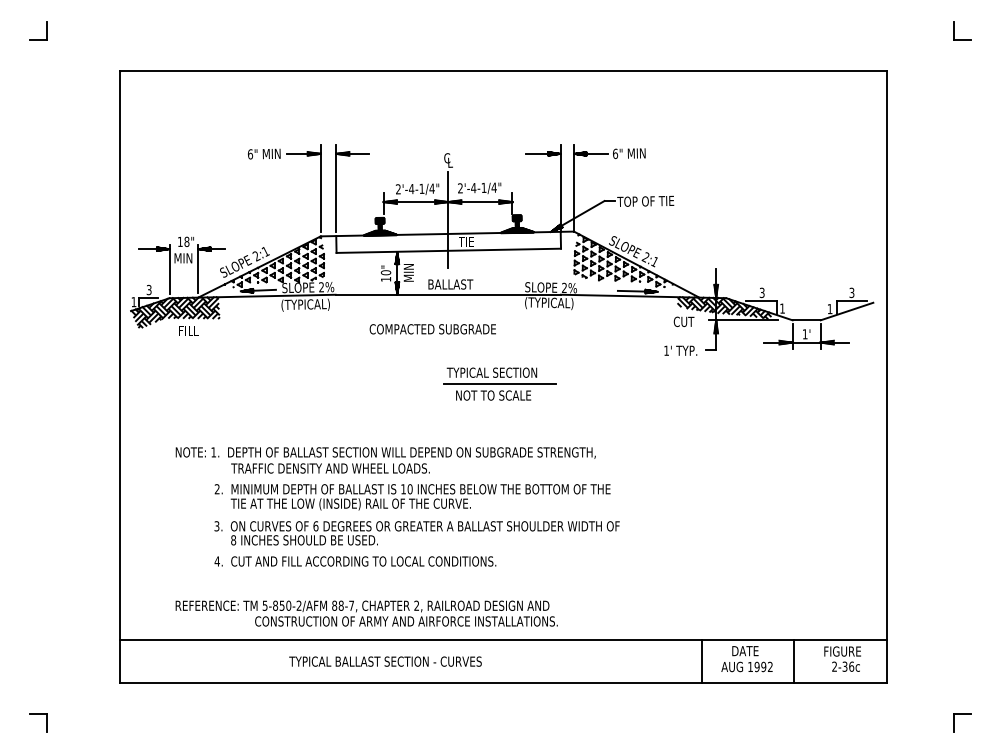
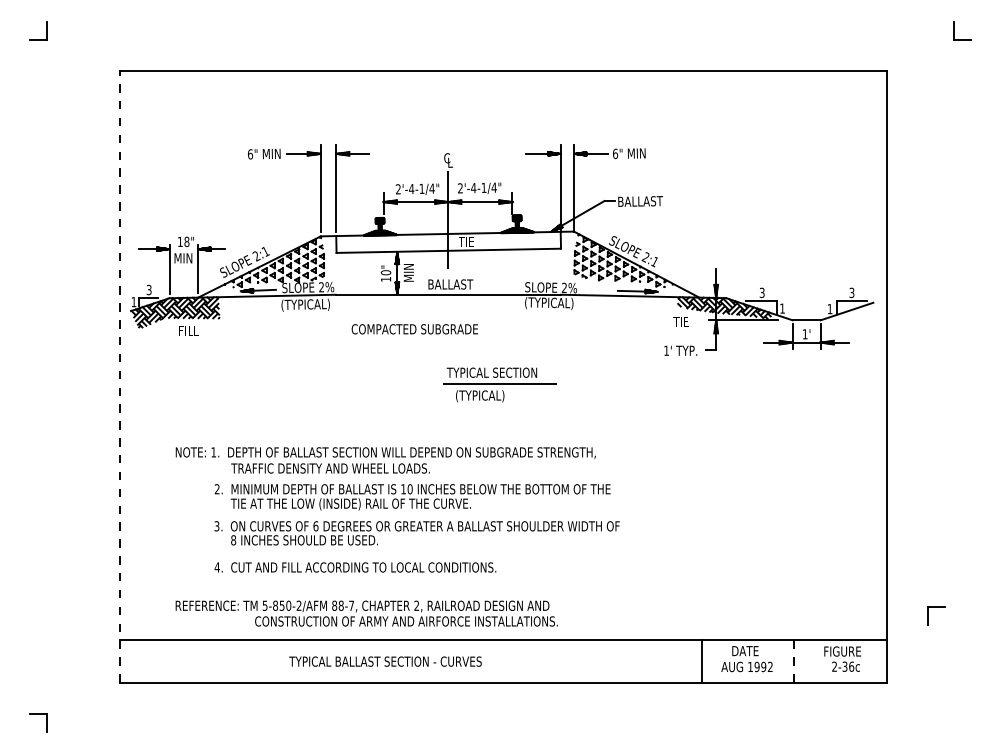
text at (645, 200): TOP OF TIE -> BALLAST
text at (683, 321): CUT -> TIE
text at (432, 329) position: (432, 329) -> (414, 329)
line at (120, 377): solid -> dashed
text at (493, 396): NOT TO SCALE -> (TYPICAL)
text at (355, 561) position: (355, 561) -> (355, 567)
line at (794, 660): solid -> dashed
part at (962, 714) position: (962, 714) -> (936, 607)
